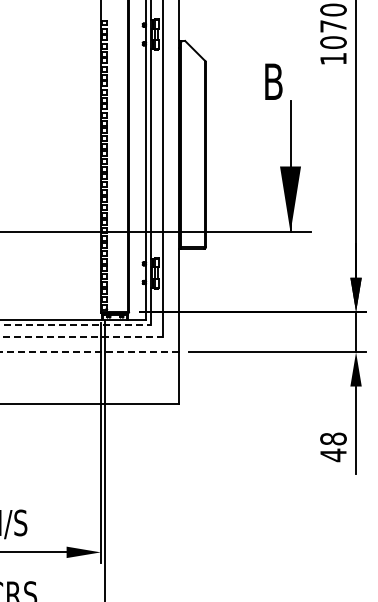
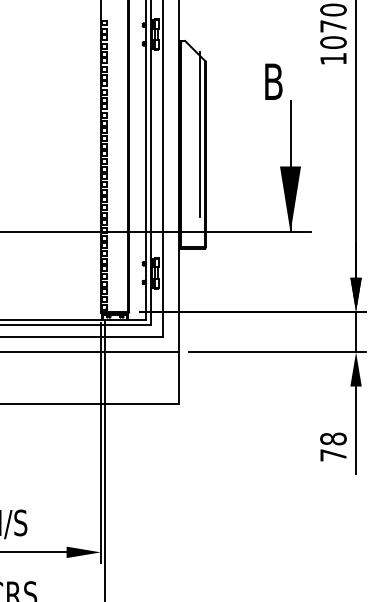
line at (199, 134): none -> present
line at (76, 324): dashed -> solid
line at (82, 336): dashed -> solid
line at (88, 352): dashed -> solid
text at (333, 455): 48 -> 78
